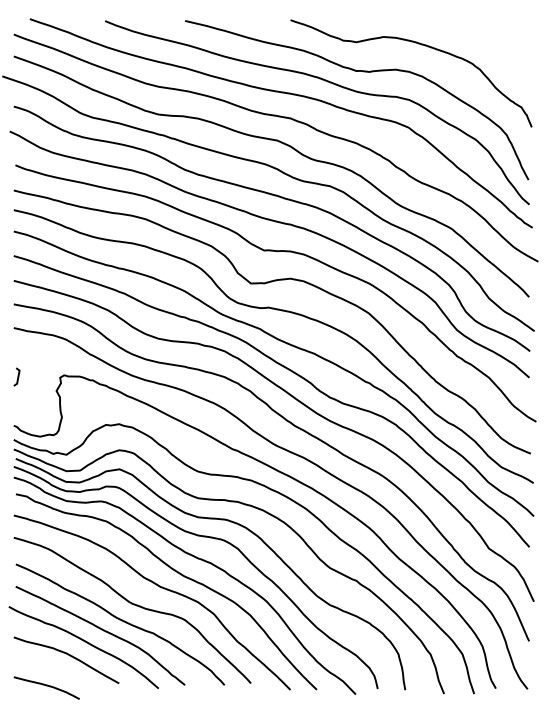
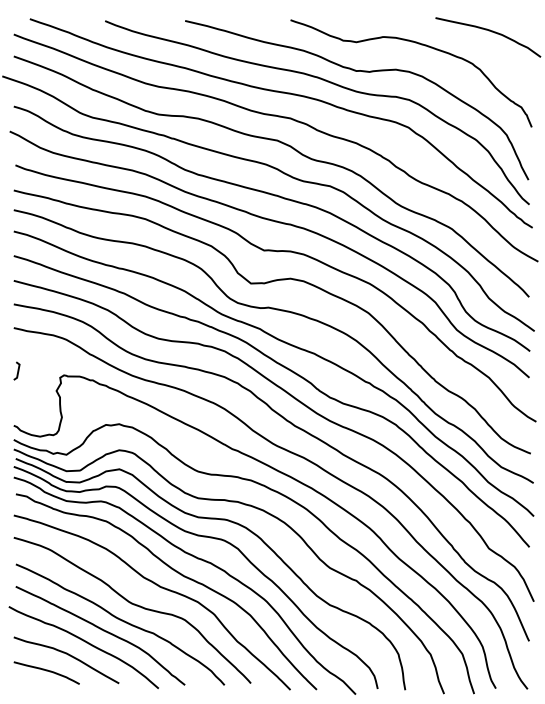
curve at (491, 32): none -> present
line at (17, 376) position: (17, 376) -> (17, 370)
curve at (46, 686) position: (46, 686) -> (46, 671)
